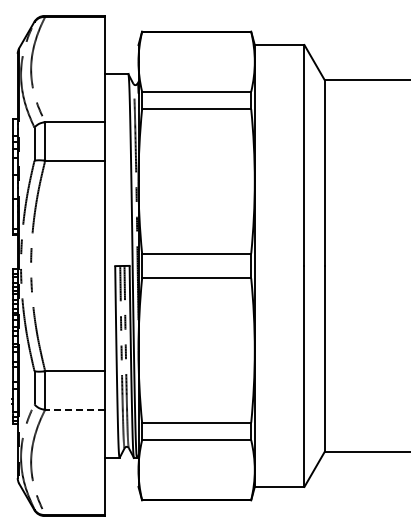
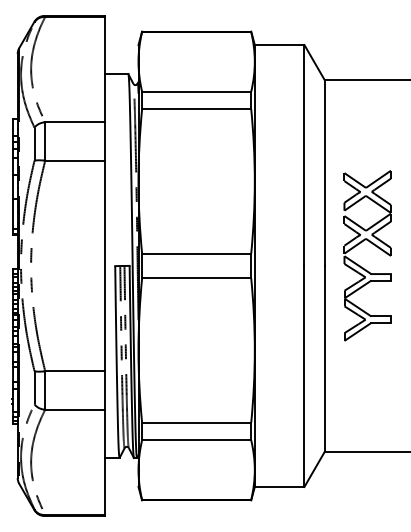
part at (373, 245): none -> present
line at (75, 409): dashed -> solid
